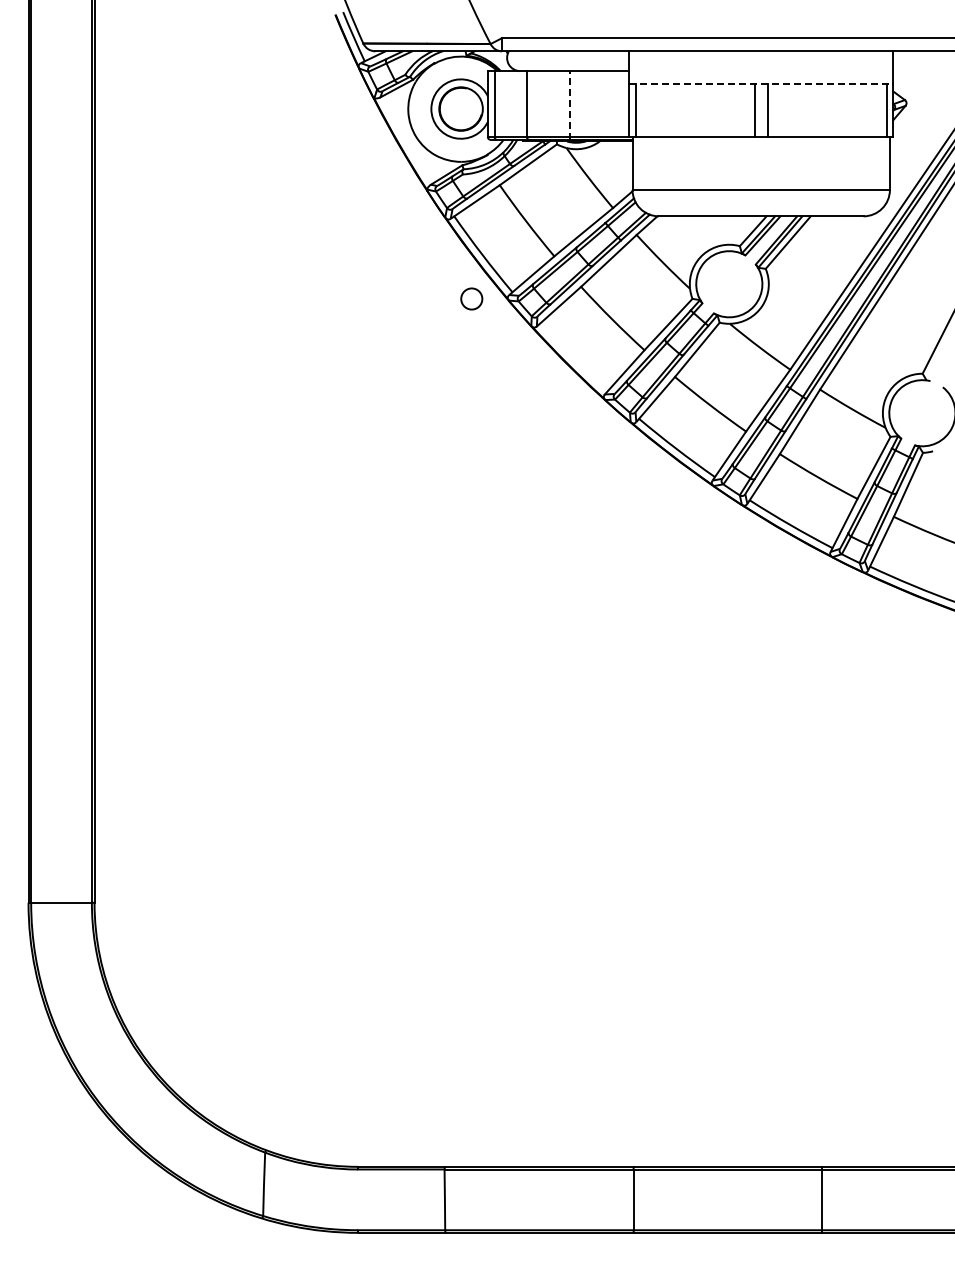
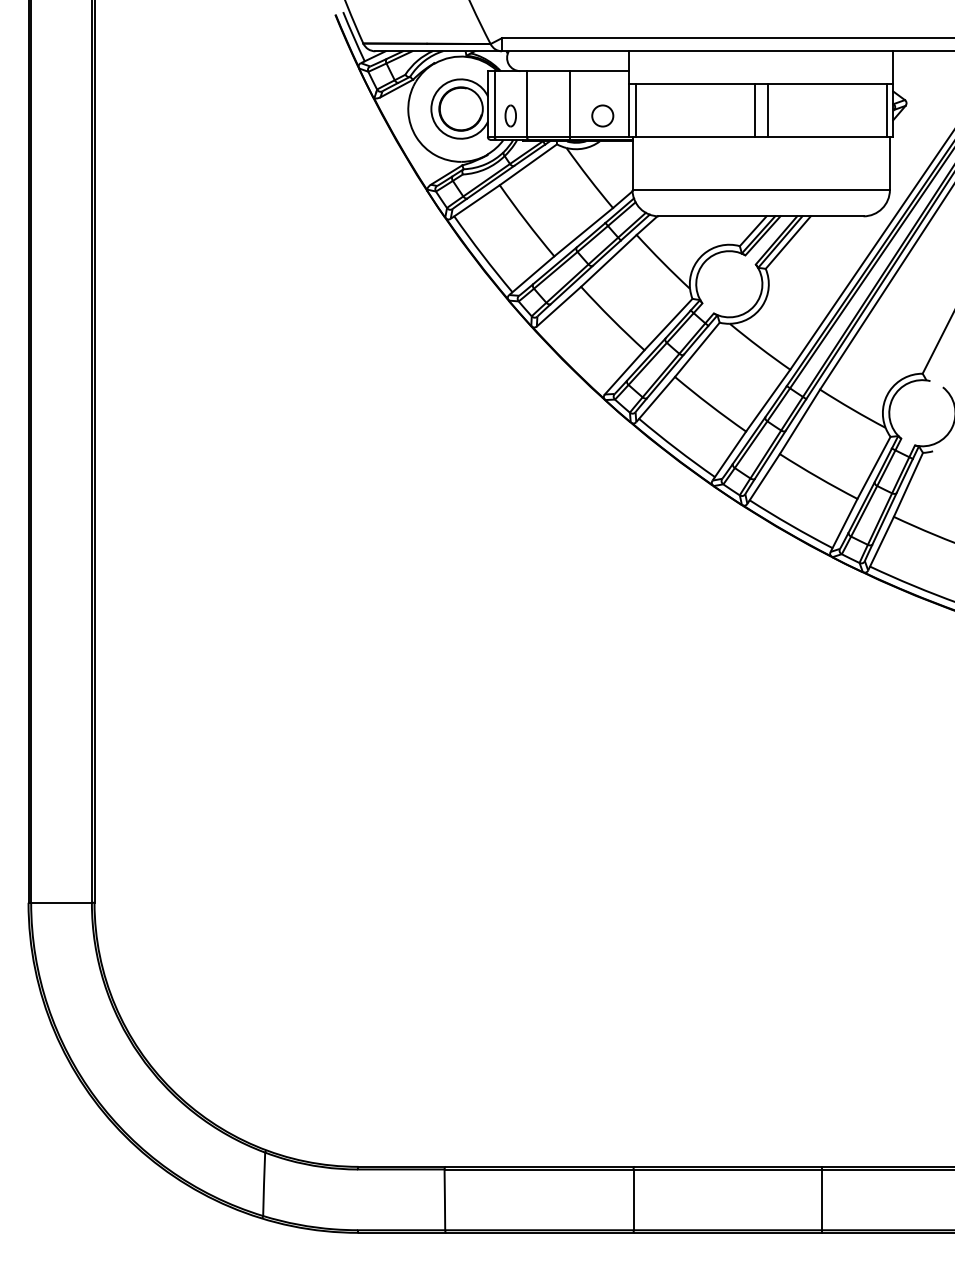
line at (761, 84): dashed -> solid
line at (570, 104): dashed -> solid
part at (510, 115): none -> present
circle at (471, 298) position: (471, 298) -> (602, 115)
